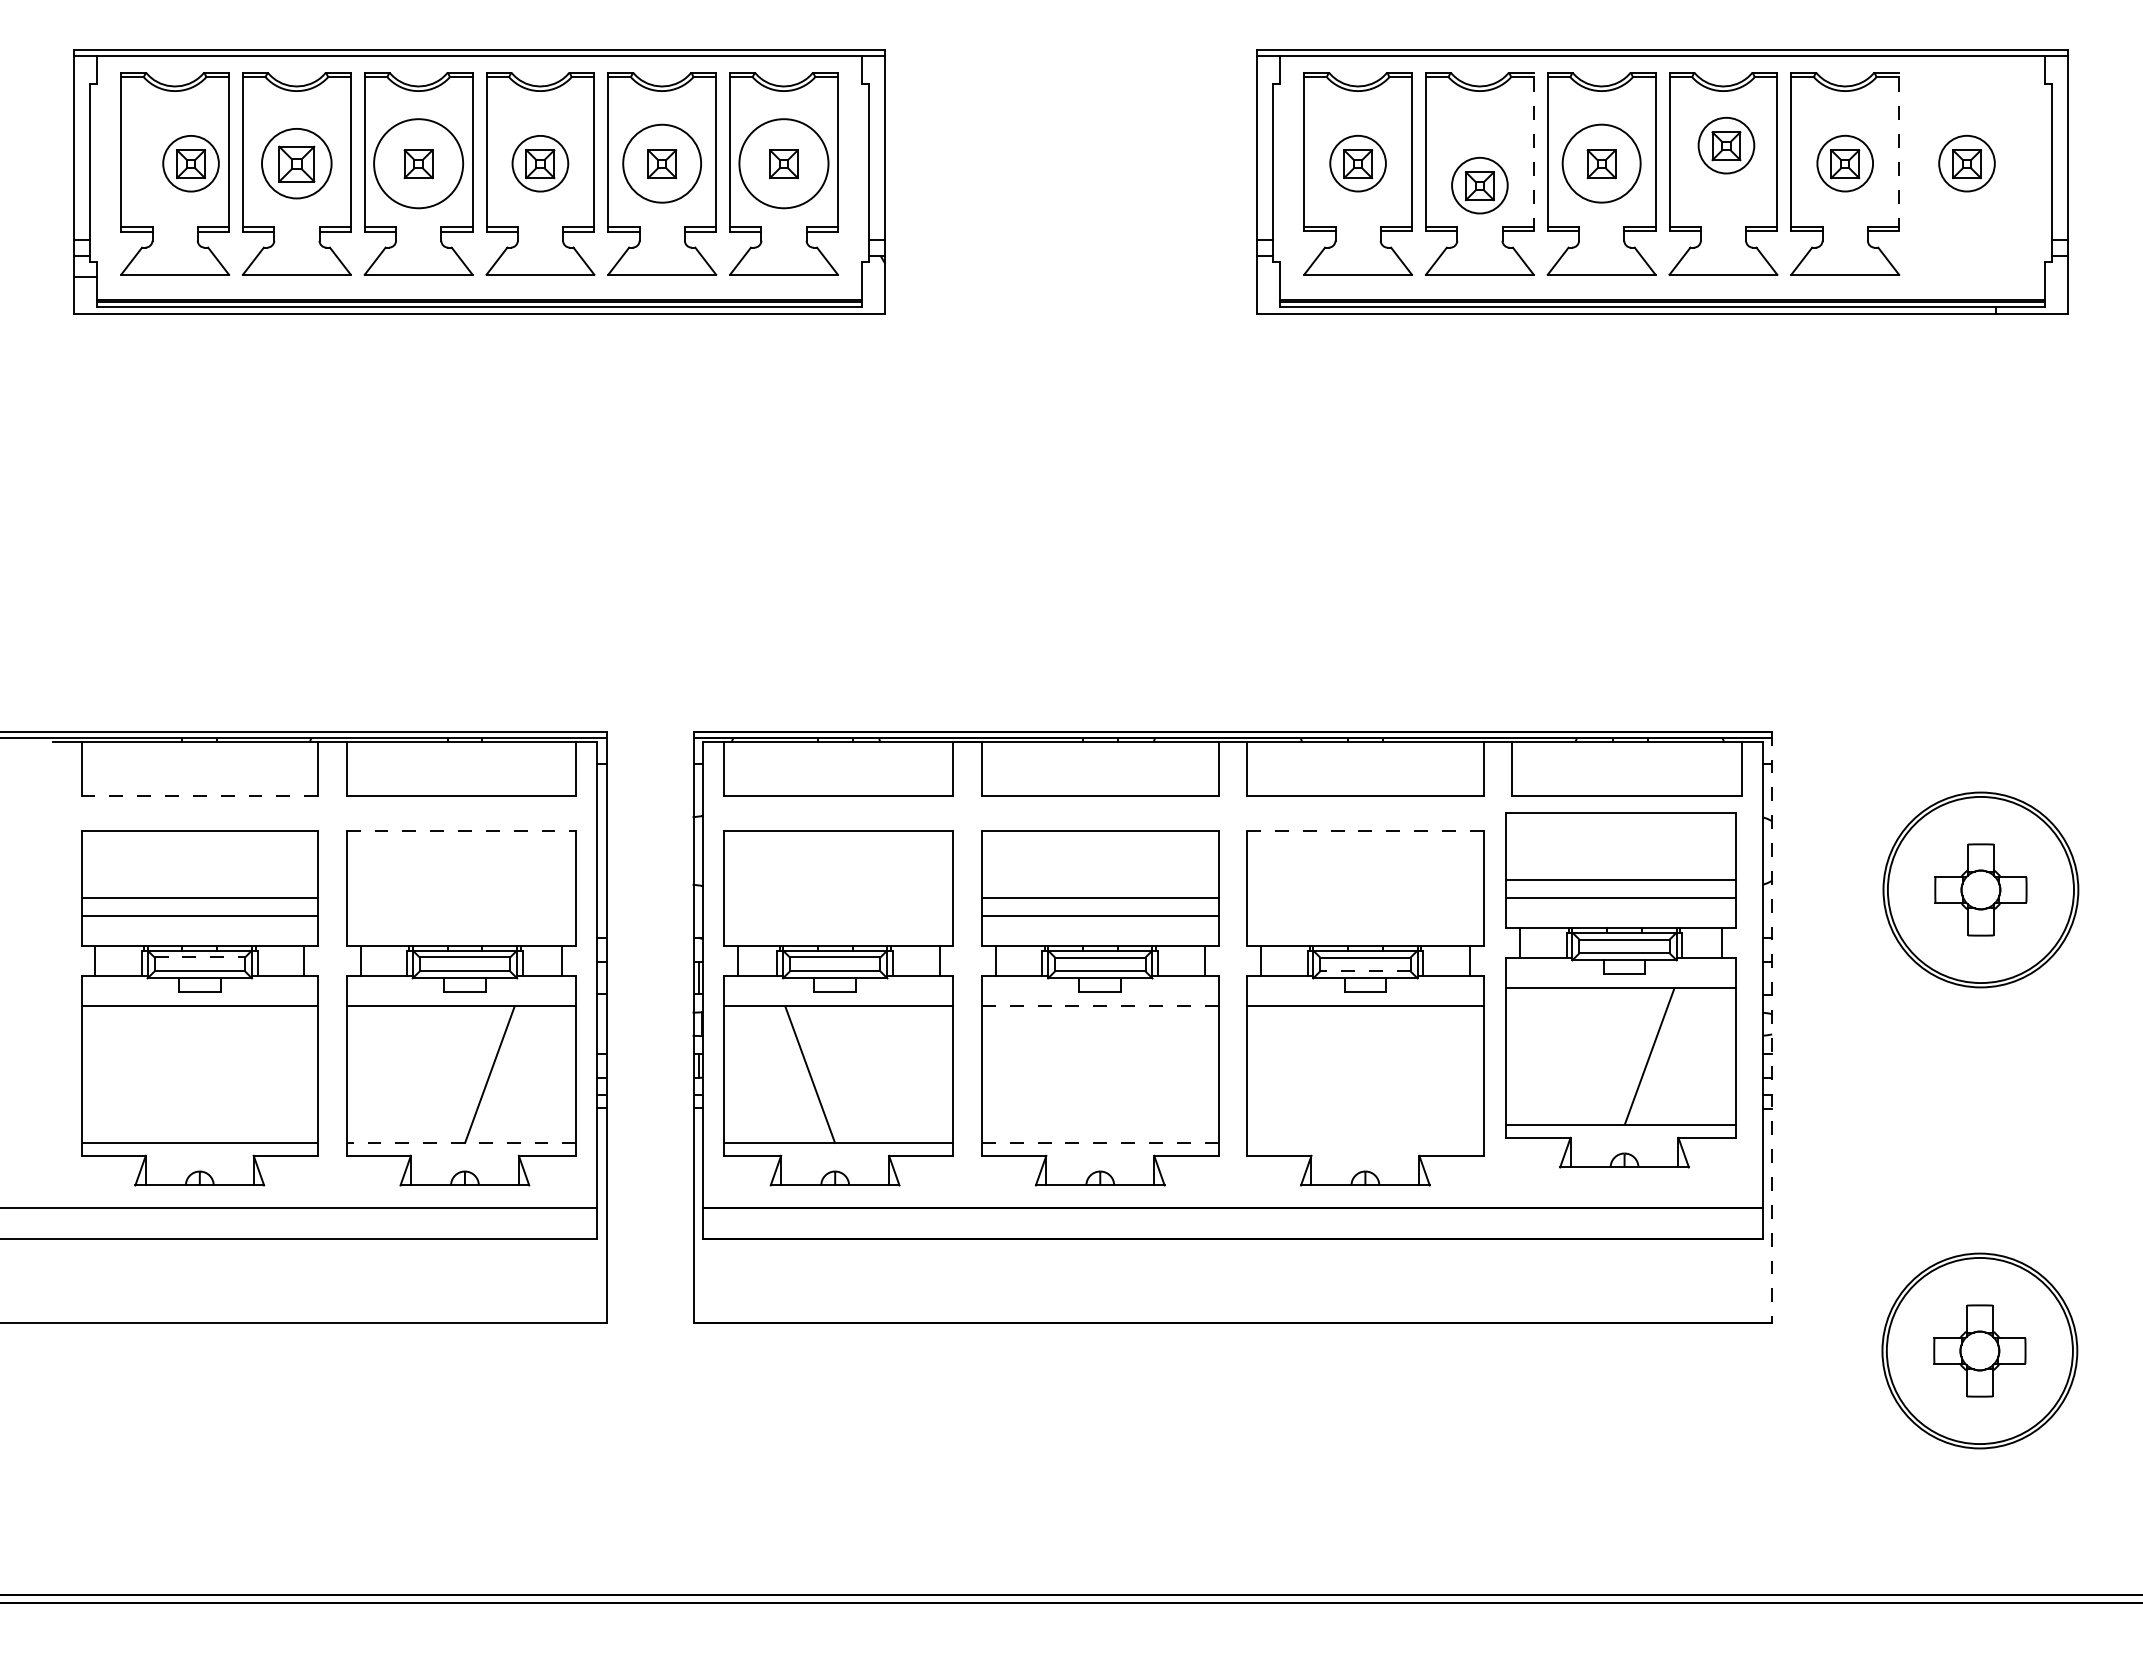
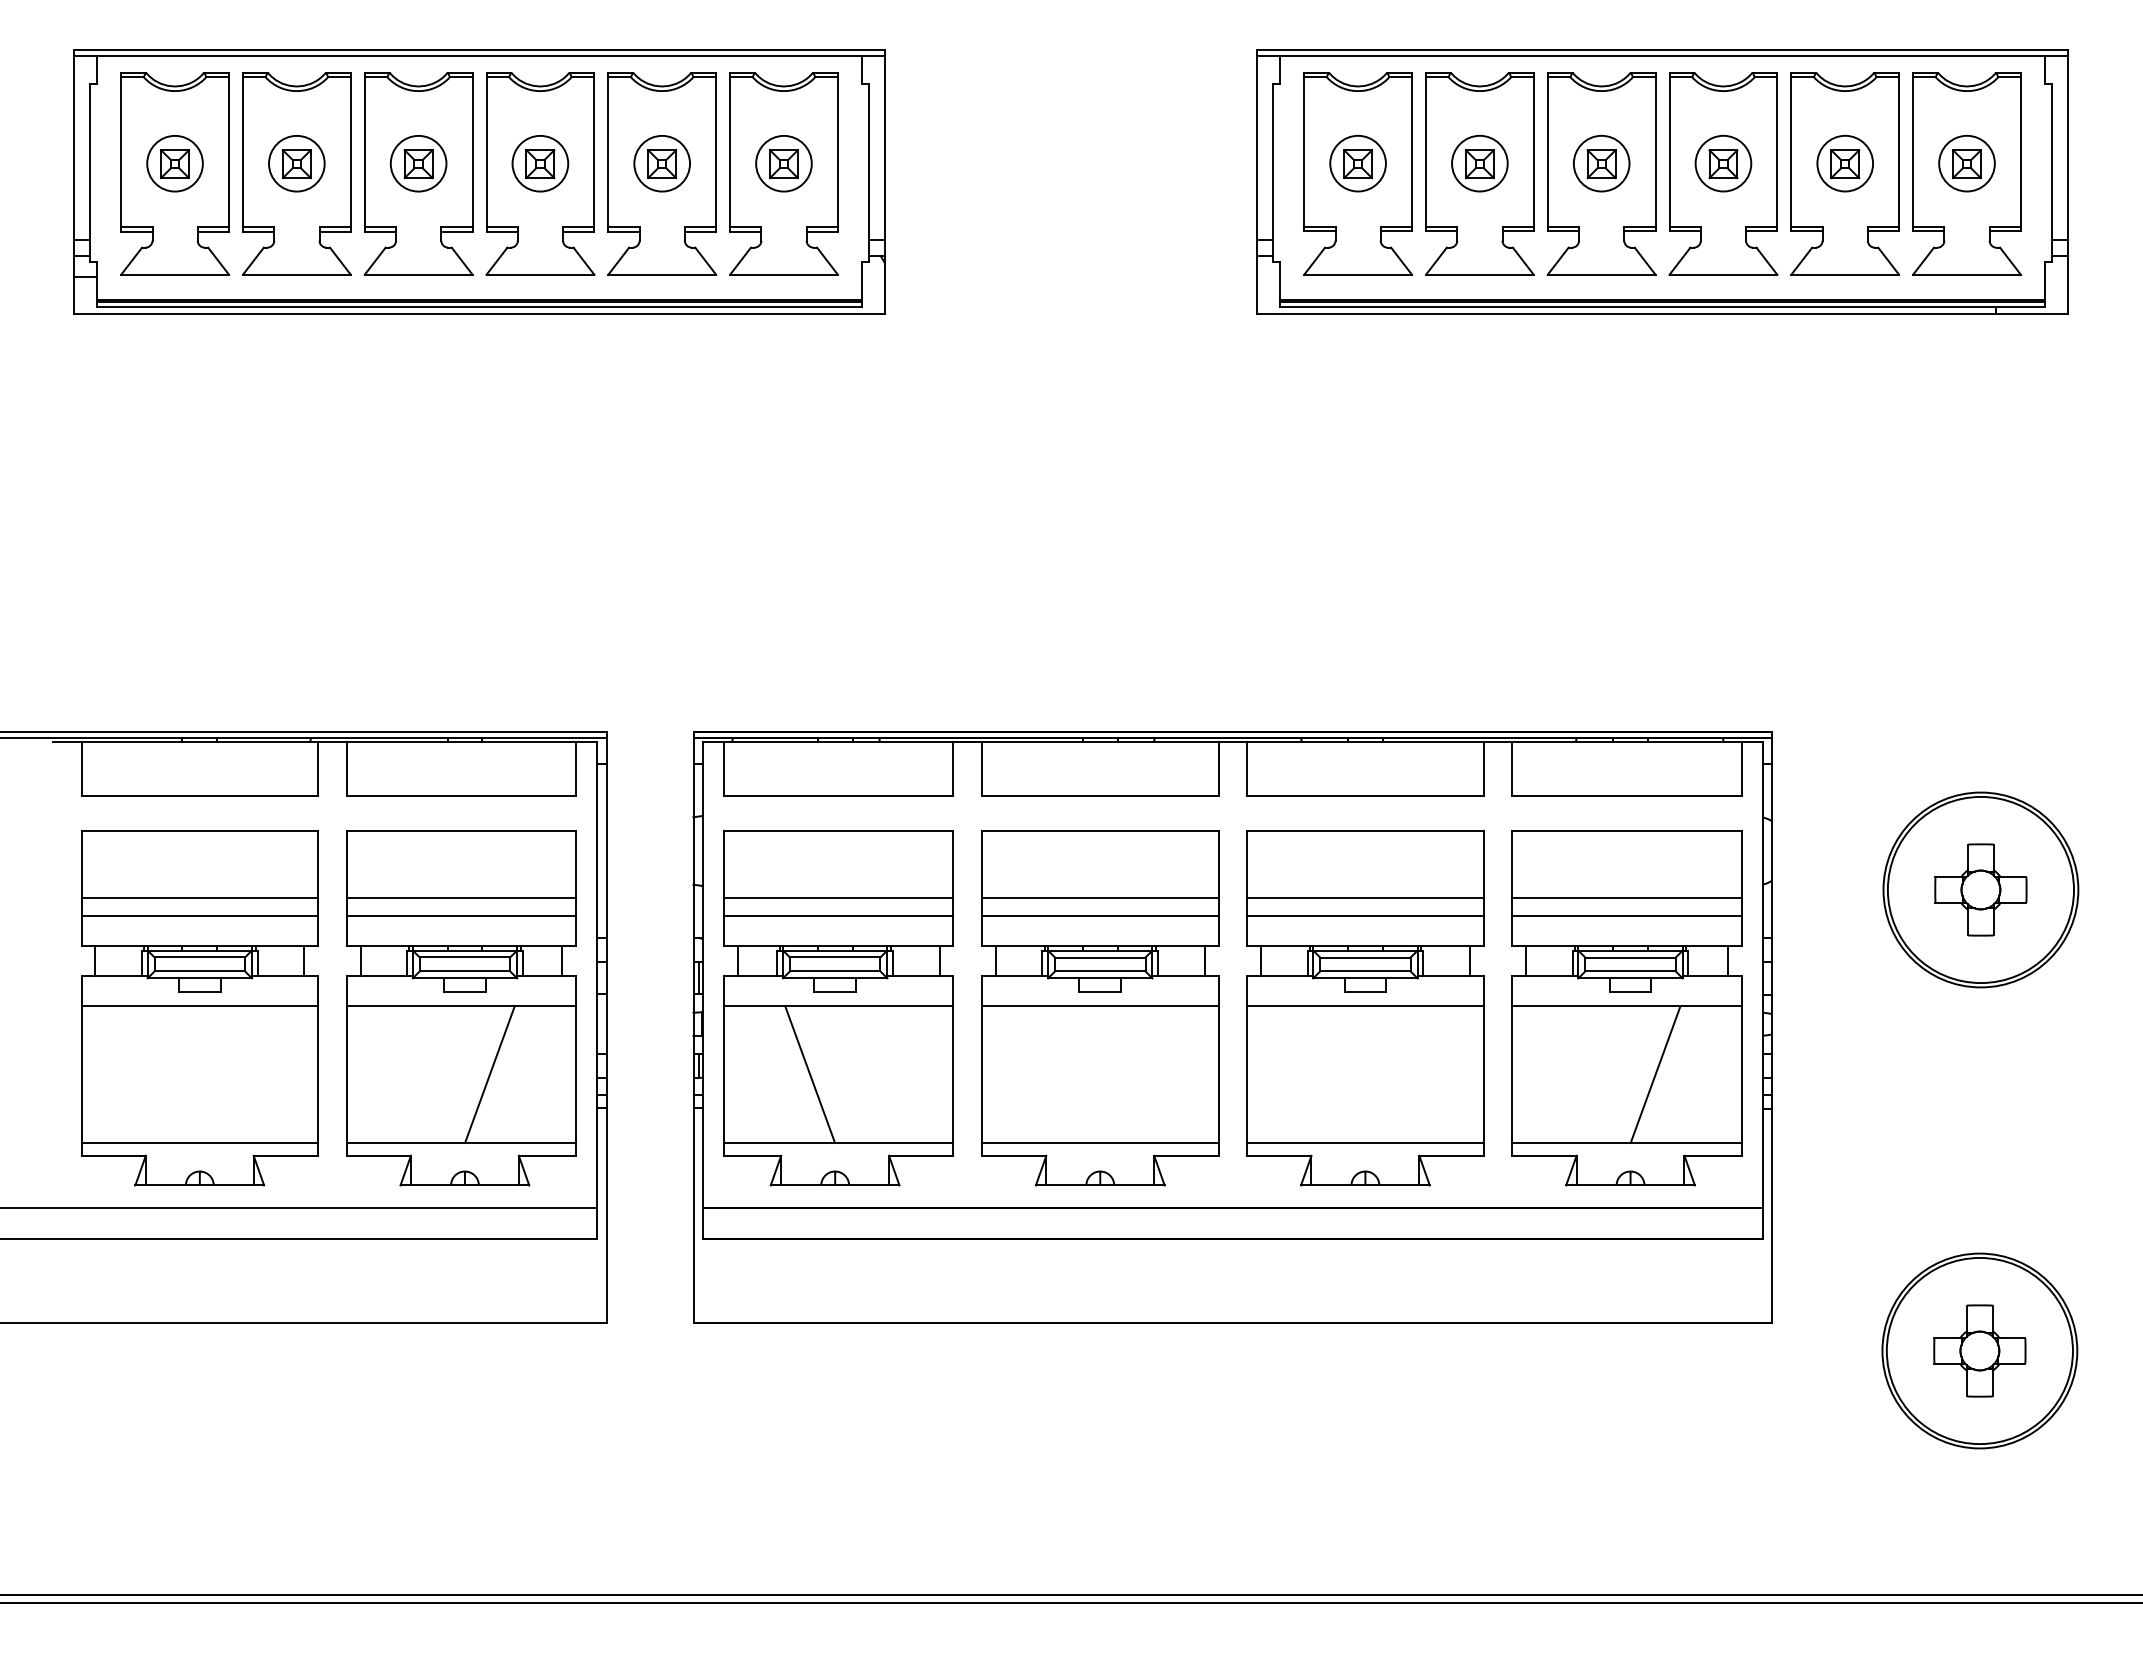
part at (1726, 145) position: (1726, 145) -> (1723, 163)
line at (1533, 151): dashed -> solid
line at (1899, 151): dashed -> solid
part at (190, 163) position: (190, 163) -> (174, 163)
part at (296, 163) size: 72x72 px -> 58x58 px
circle at (418, 163) diameter: 89 px -> 56 px
circle at (662, 163) diameter: 78 px -> 56 px
circle at (783, 163) diameter: 89 px -> 56 px
circle at (1601, 163) diameter: 78 px -> 56 px
part at (1966, 173): none -> present
part at (1479, 185) position: (1479, 185) -> (1479, 163)
line at (199, 795): dashed -> solid
line at (461, 830): dashed -> solid
line at (1365, 830): dashed -> solid
line at (461, 898): none -> present
line at (838, 898): none -> present
line at (1365, 898): none -> present
line at (461, 915): none -> present
line at (838, 915): none -> present
line at (1365, 915): none -> present
line at (200, 957): dashed -> solid
line at (1364, 971): dashed -> solid
part at (1620, 990) position: (1620, 990) -> (1626, 1008)
line at (1100, 1006): dashed -> solid
line at (1772, 1027): dashed -> solid
line at (461, 1142): dashed -> solid
line at (1100, 1142): dashed -> solid
line at (1365, 1142): none -> present
